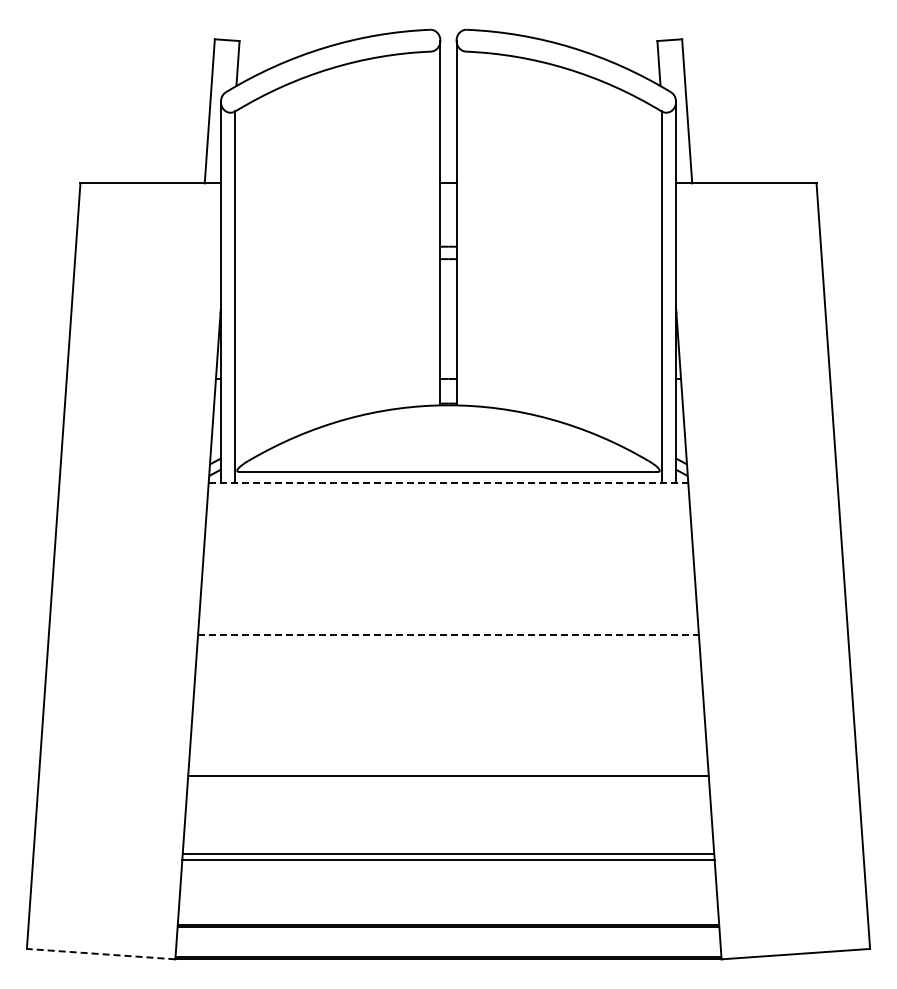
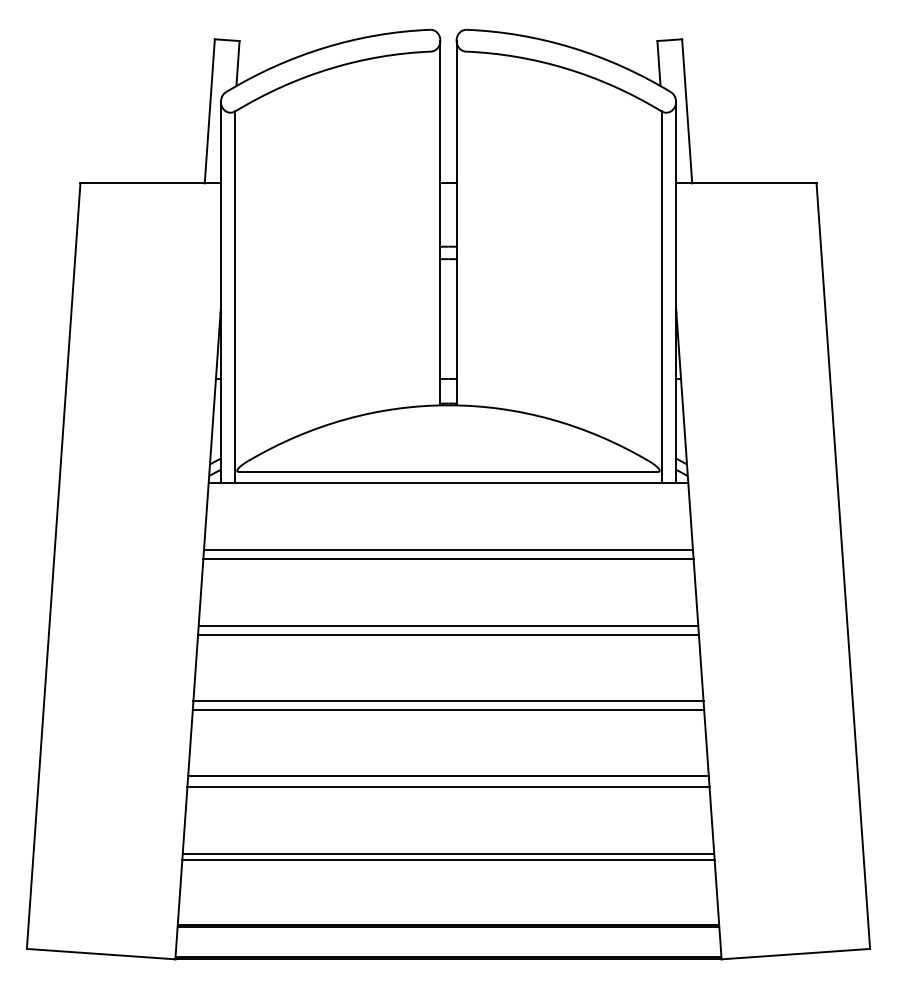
line at (448, 482): dashed -> solid
line at (448, 549): none -> present
line at (448, 559): none -> present
line at (448, 625): none -> present
line at (448, 635): dashed -> solid
line at (448, 701): none -> present
line at (448, 710): none -> present
line at (448, 786): none -> present
line at (100, 954): dashed -> solid
